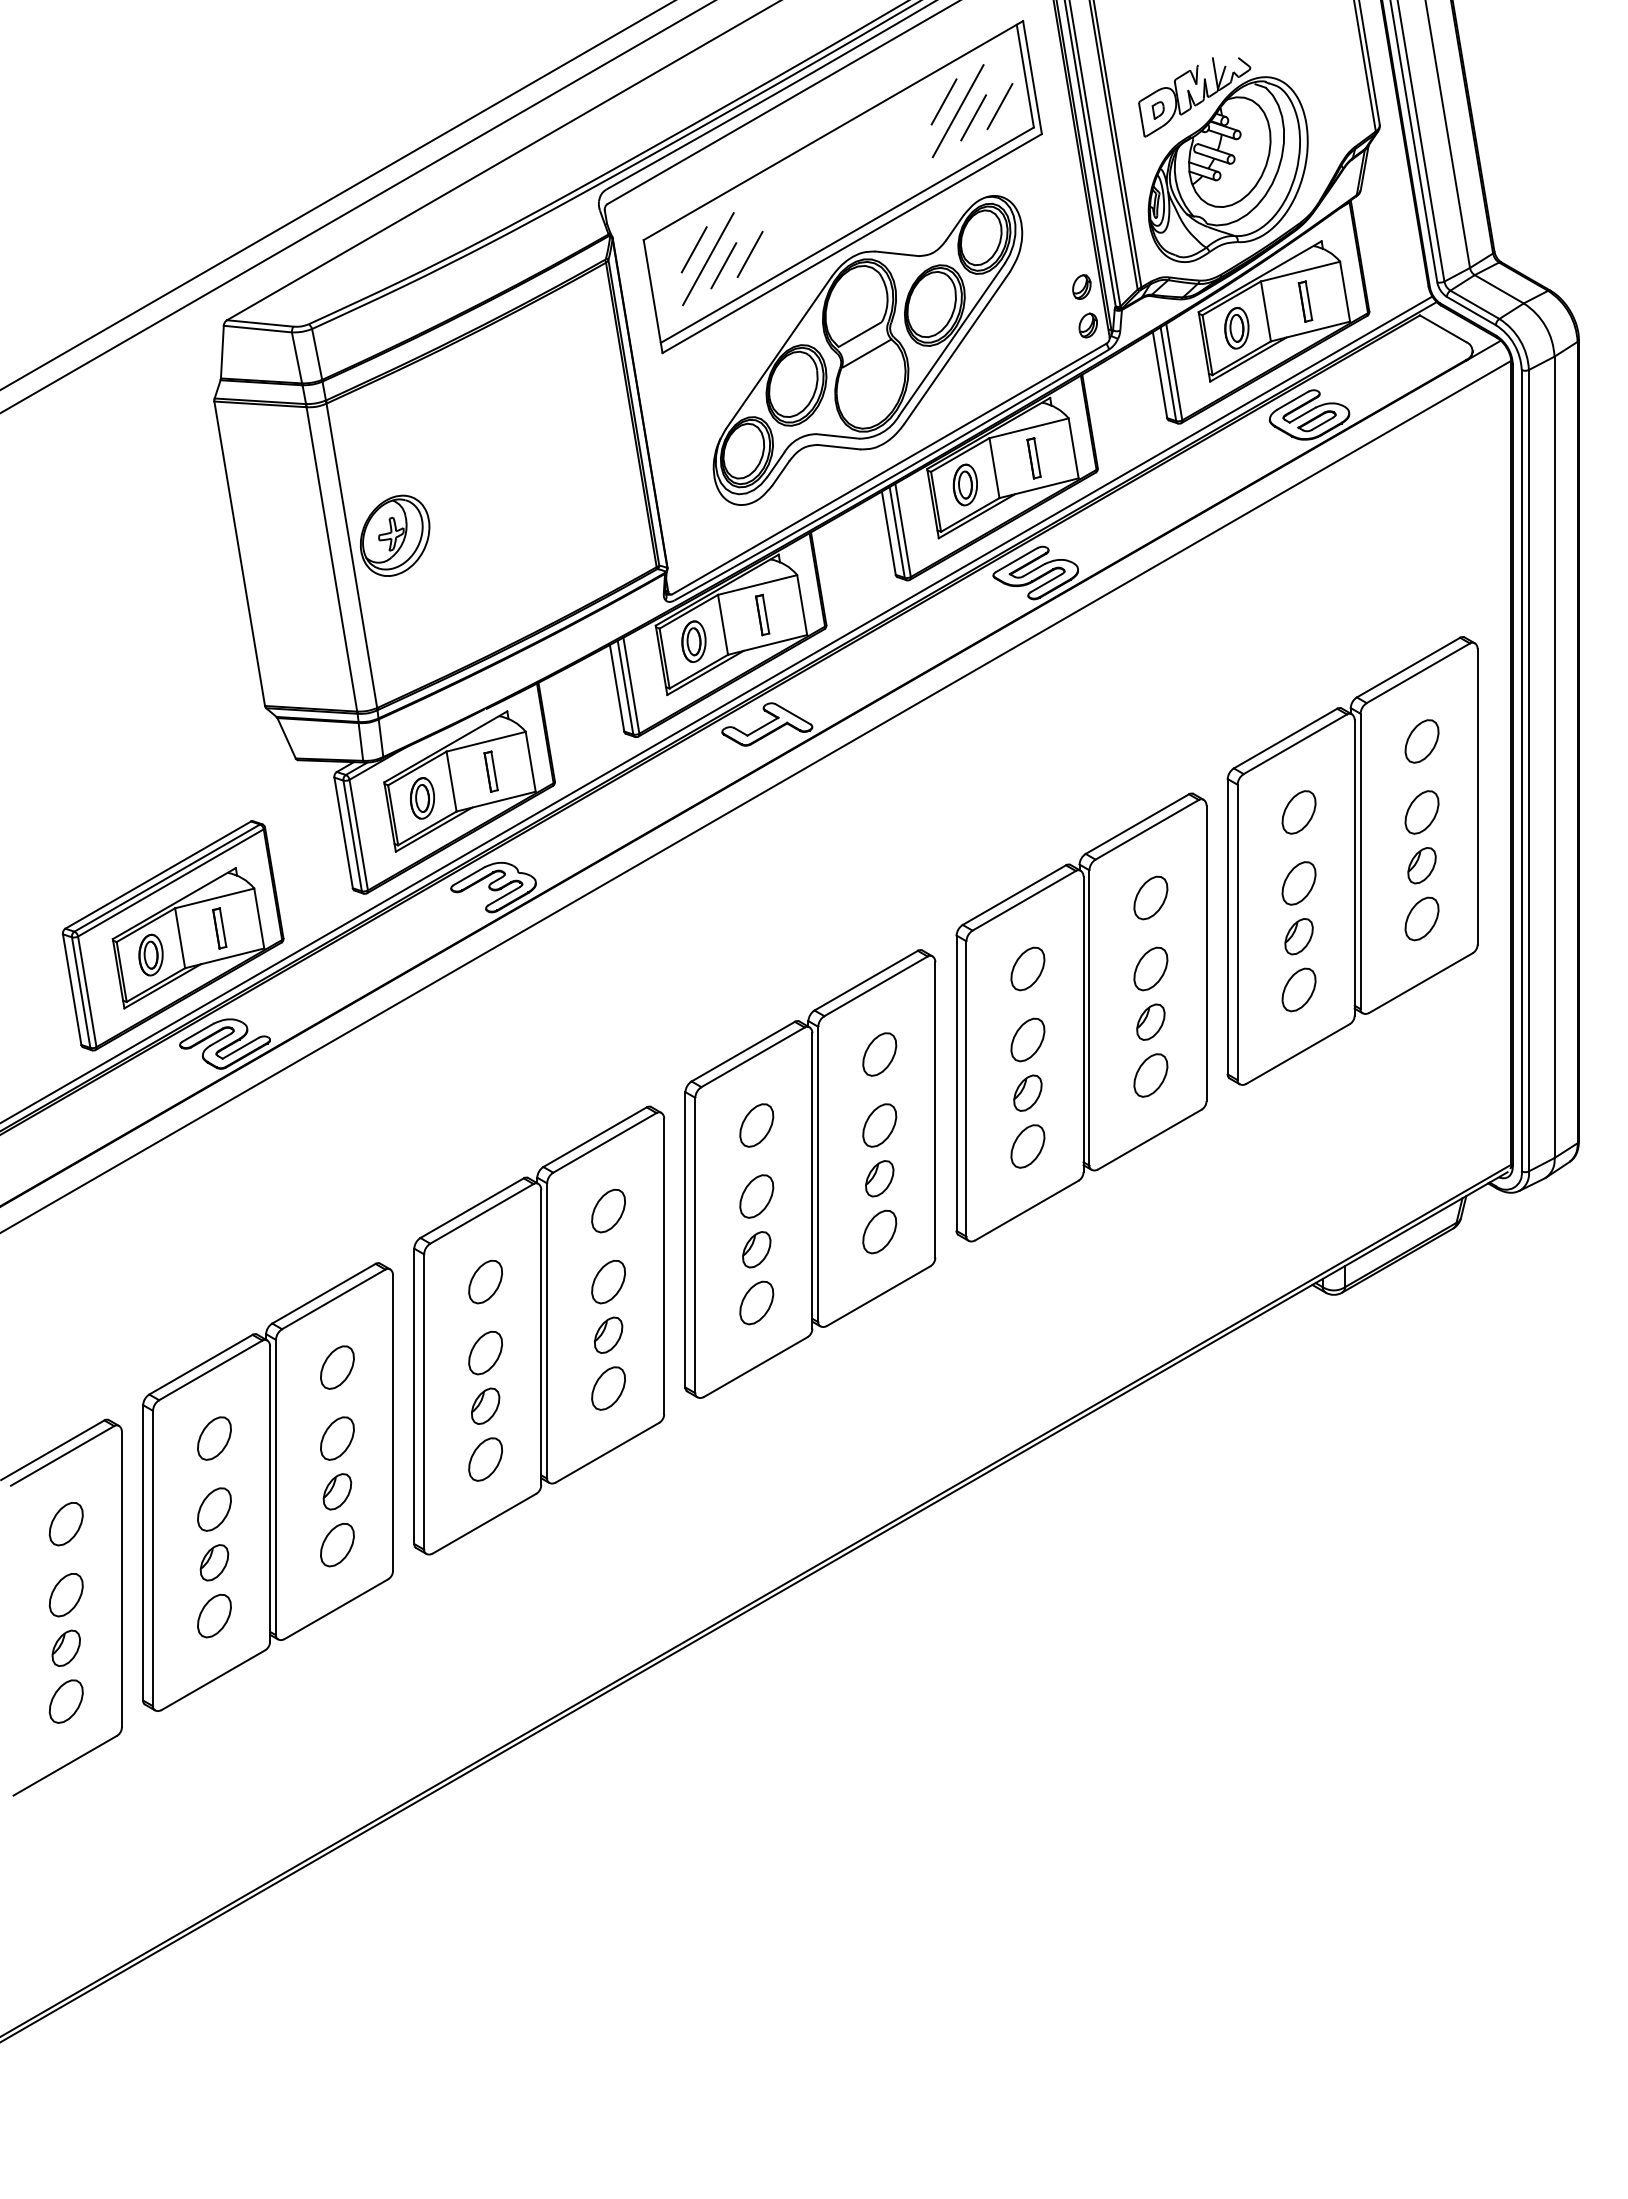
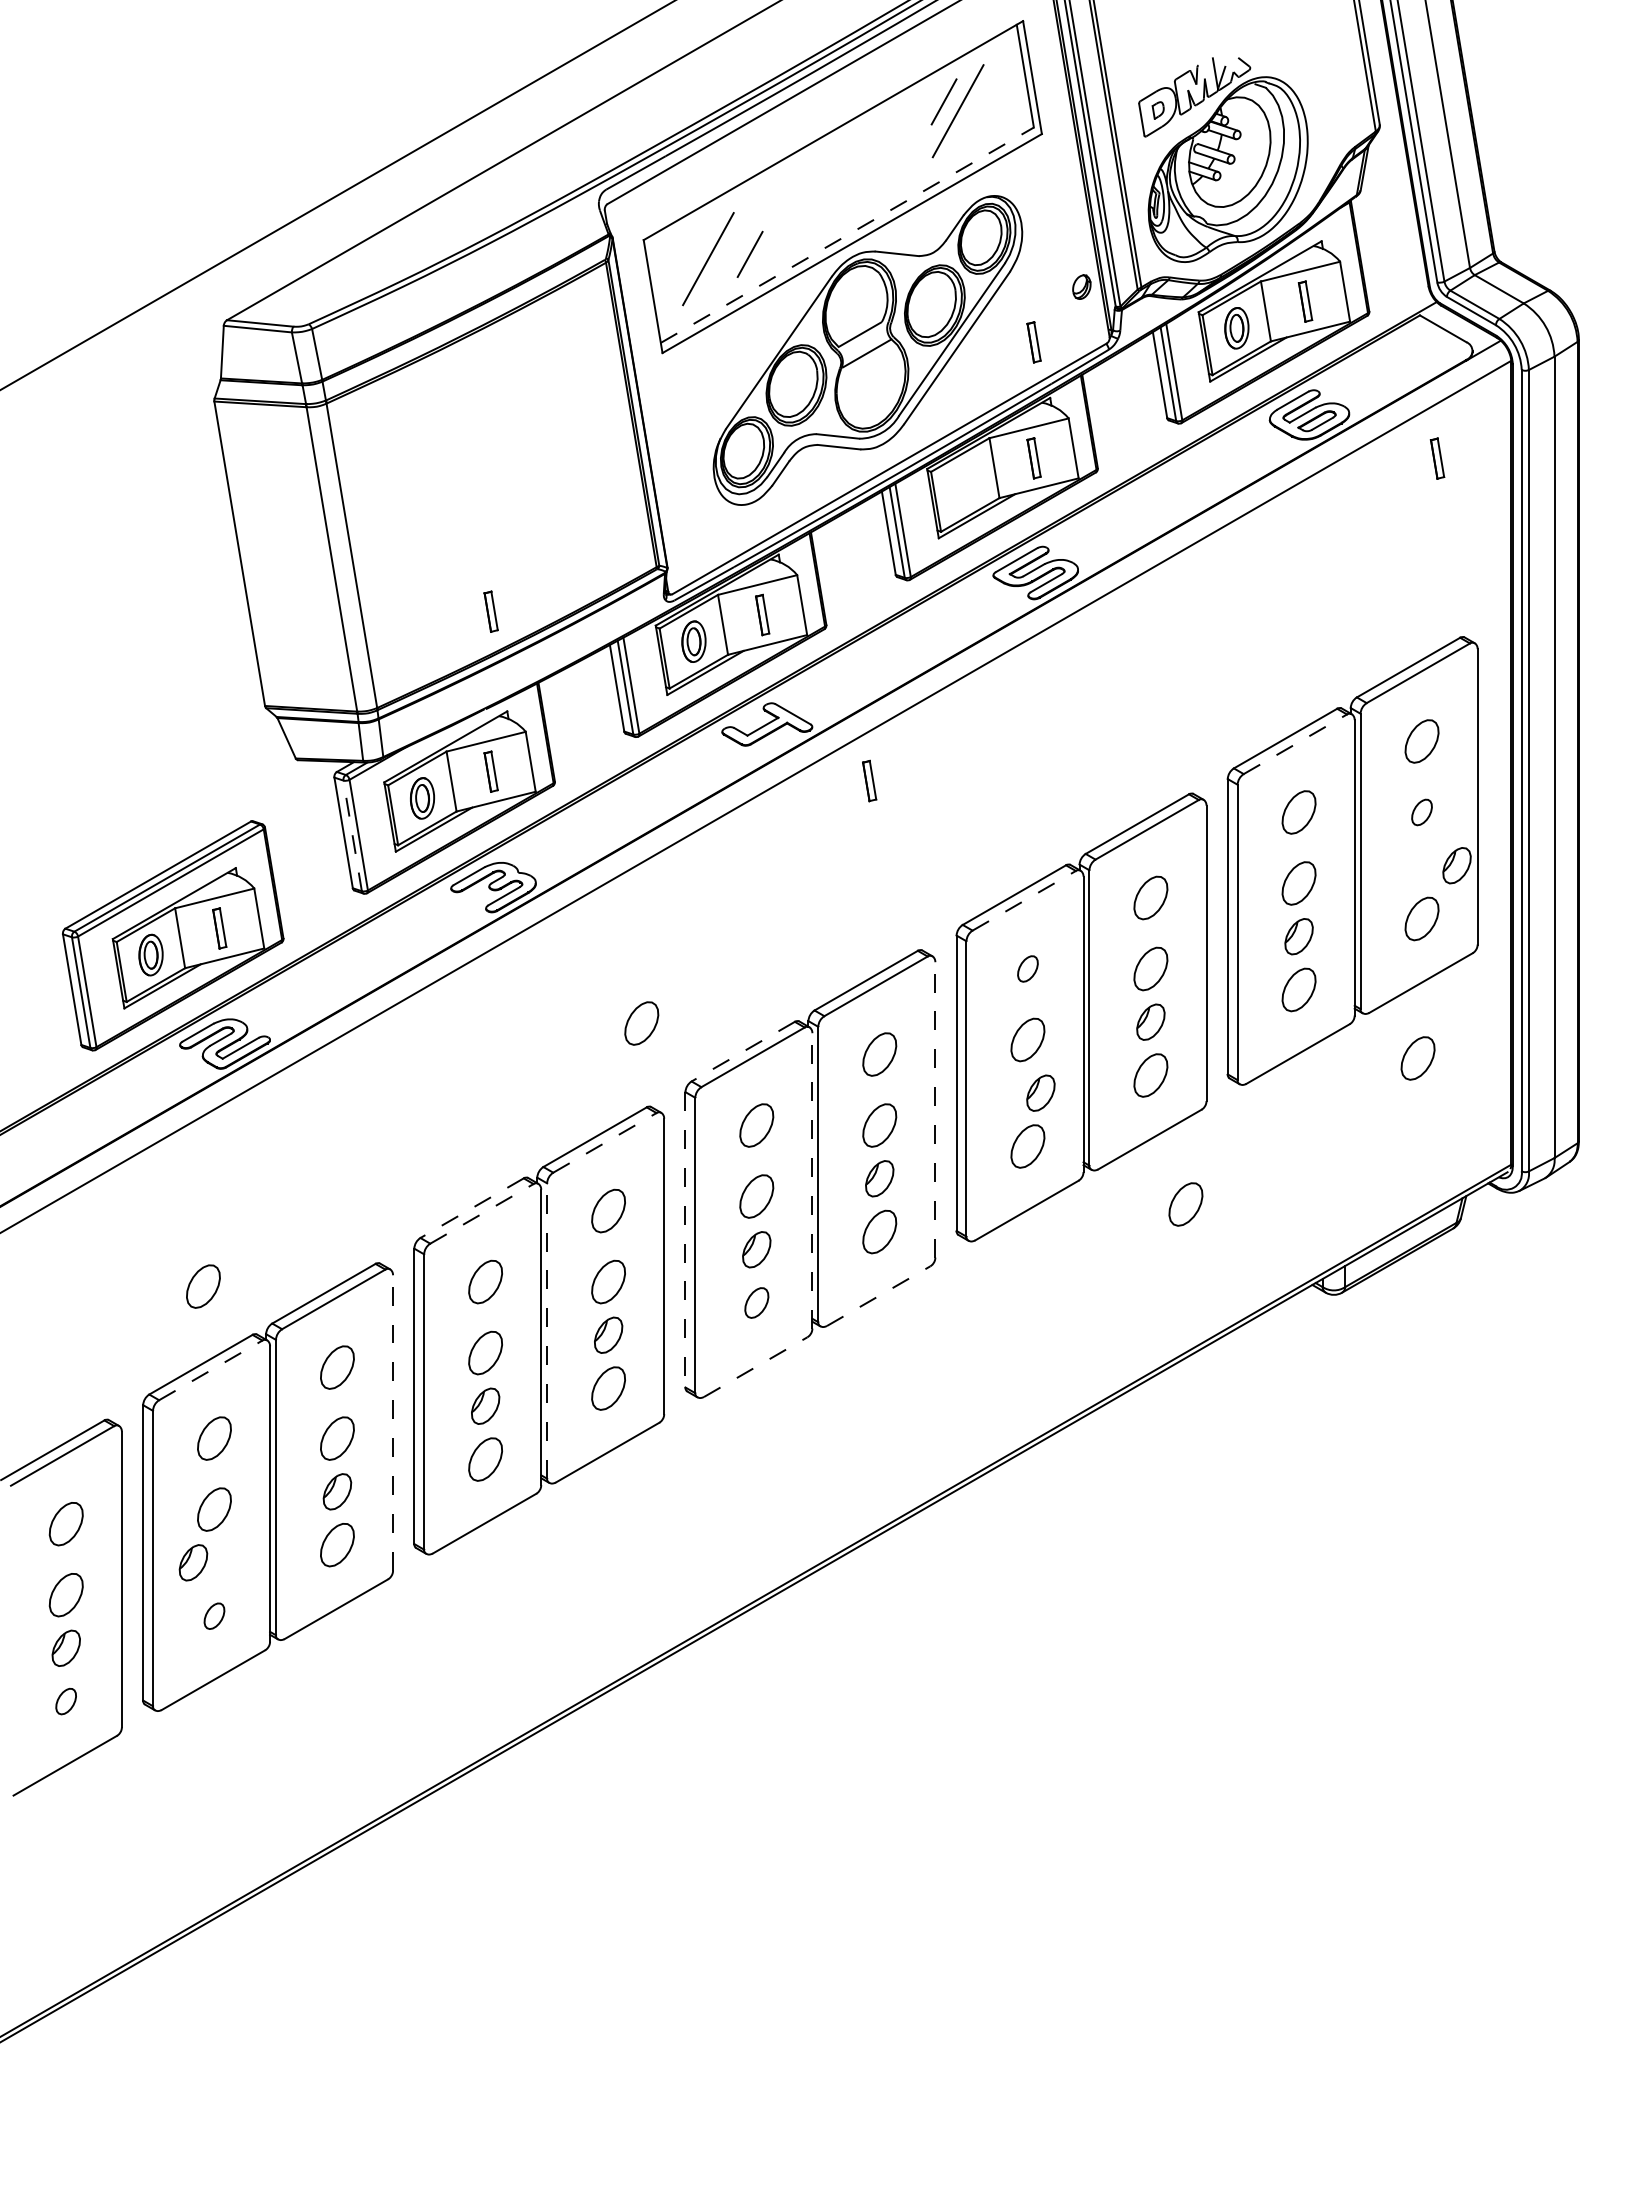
line at (999, 106): present -> none
line at (973, 117): present -> none
line at (357, 207): present -> none
line at (847, 234): solid -> dashed
line at (693, 249): present -> none
line at (723, 265): present -> none
part at (1087, 325): present -> none
part at (1033, 342): none -> present
part at (1437, 458): none -> present
part at (964, 484): present -> none
part at (395, 535): present -> none
part at (490, 611): none -> present
line at (717, 709): present -> none
line at (1295, 744): solid -> dashed
part at (869, 780): none -> present
part at (1421, 812) size: 36x45 px -> 22x29 px
line at (352, 835): solid -> dashed
part at (1421, 865) position: (1421, 865) -> (1456, 865)
line at (1024, 900): solid -> dashed
part at (1027, 968) size: 36x46 px -> 22x28 px
part at (641, 1023): none -> present
line at (743, 1051): solid -> dashed
part at (1417, 1058): none -> present
part at (1027, 1092) position: (1027, 1092) -> (1040, 1092)
line at (935, 1109): solid -> dashed
line at (604, 1142): solid -> dashed
line at (812, 1180): solid -> dashed
part at (1185, 1204): none -> present
line at (472, 1208): solid -> dashed
line at (481, 1213): solid -> dashed
line at (685, 1239): solid -> dashed
part at (203, 1286): none -> present
line at (878, 1296): solid -> dashed
part at (756, 1302) size: 36x46 px -> 26x32 px
line at (547, 1331): solid -> dashed
line at (755, 1367): solid -> dashed
line at (210, 1370): solid -> dashed
line at (393, 1422): solid -> dashed
part at (214, 1562) position: (214, 1562) -> (193, 1562)
part at (214, 1616) size: 35x45 px -> 23x28 px
part at (65, 1701) size: 36x45 px -> 22x29 px
